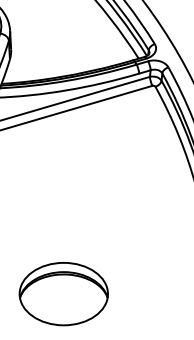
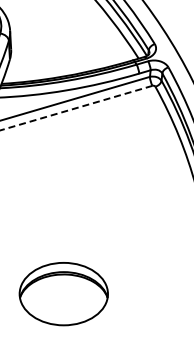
line at (75, 108): solid -> dashed
